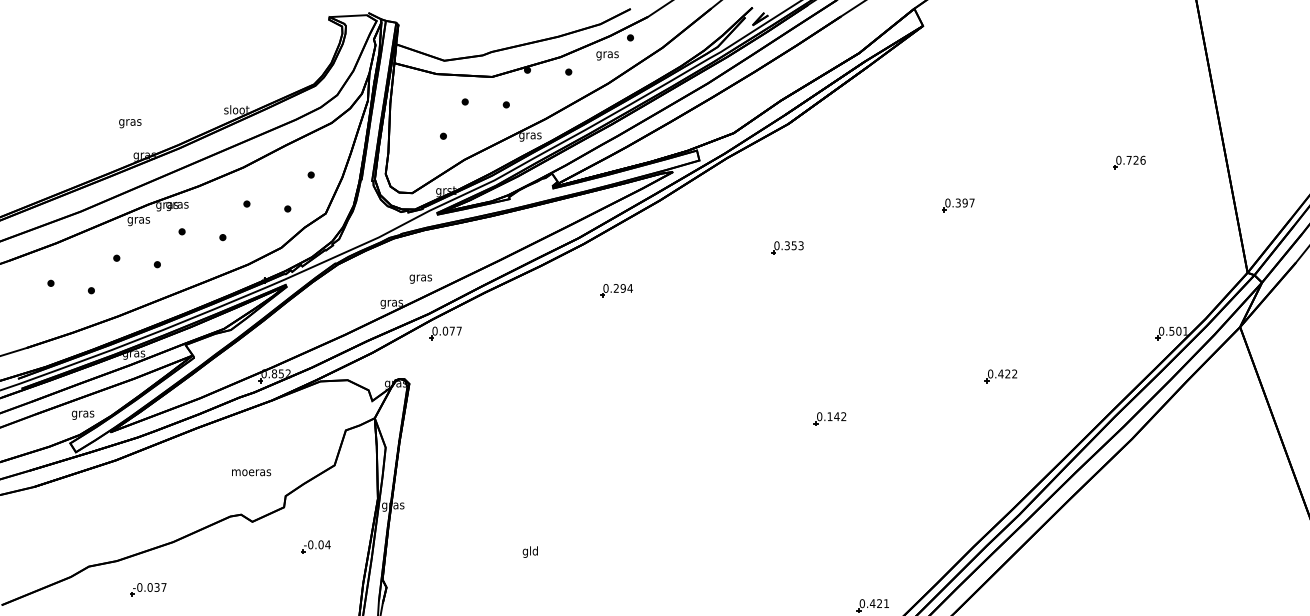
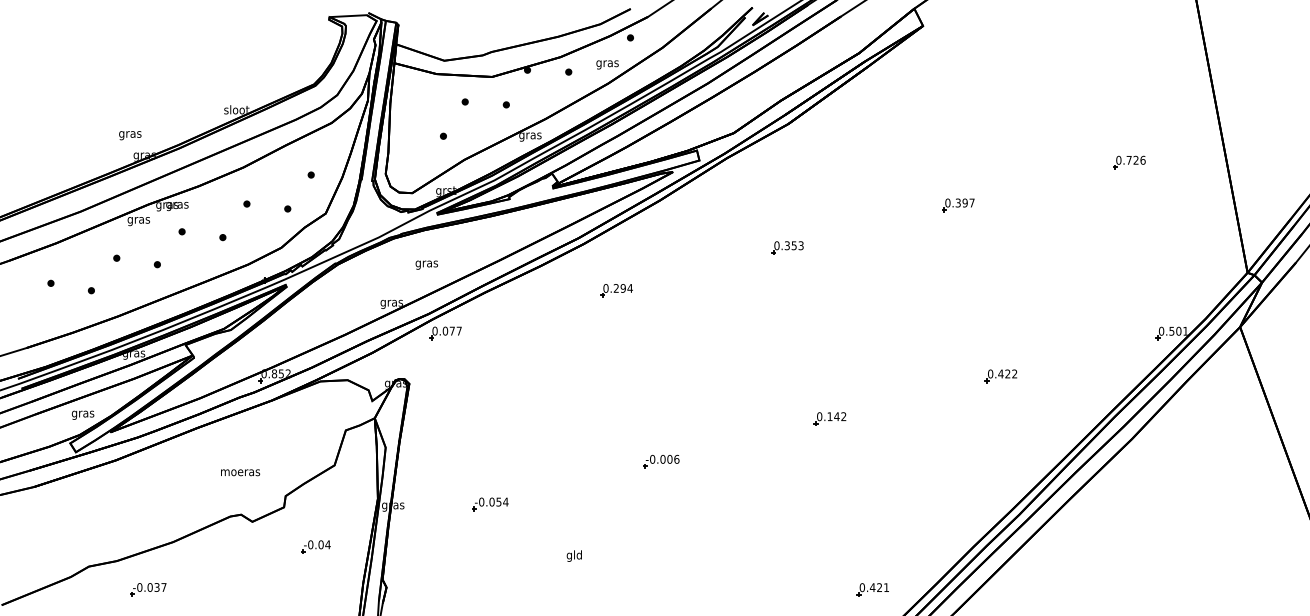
text at (607, 55) position: (607, 55) -> (607, 64)
text at (130, 123) position: (130, 123) -> (130, 135)
text at (420, 278) position: (420, 278) -> (426, 264)
part at (661, 461): none -> present
text at (251, 472) position: (251, 472) -> (240, 472)
part at (490, 504): none -> present
text at (529, 551) position: (529, 551) -> (573, 555)
part at (872, 605) position: (872, 605) -> (872, 589)
